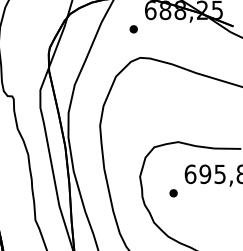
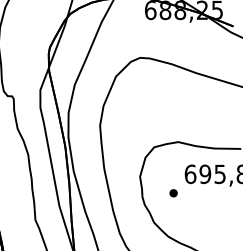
part at (133, 29): present -> none
